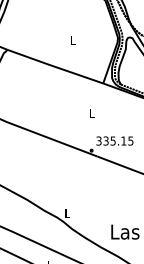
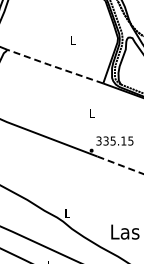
line at (54, 66): solid -> dashed
line at (120, 165): solid -> dashed
